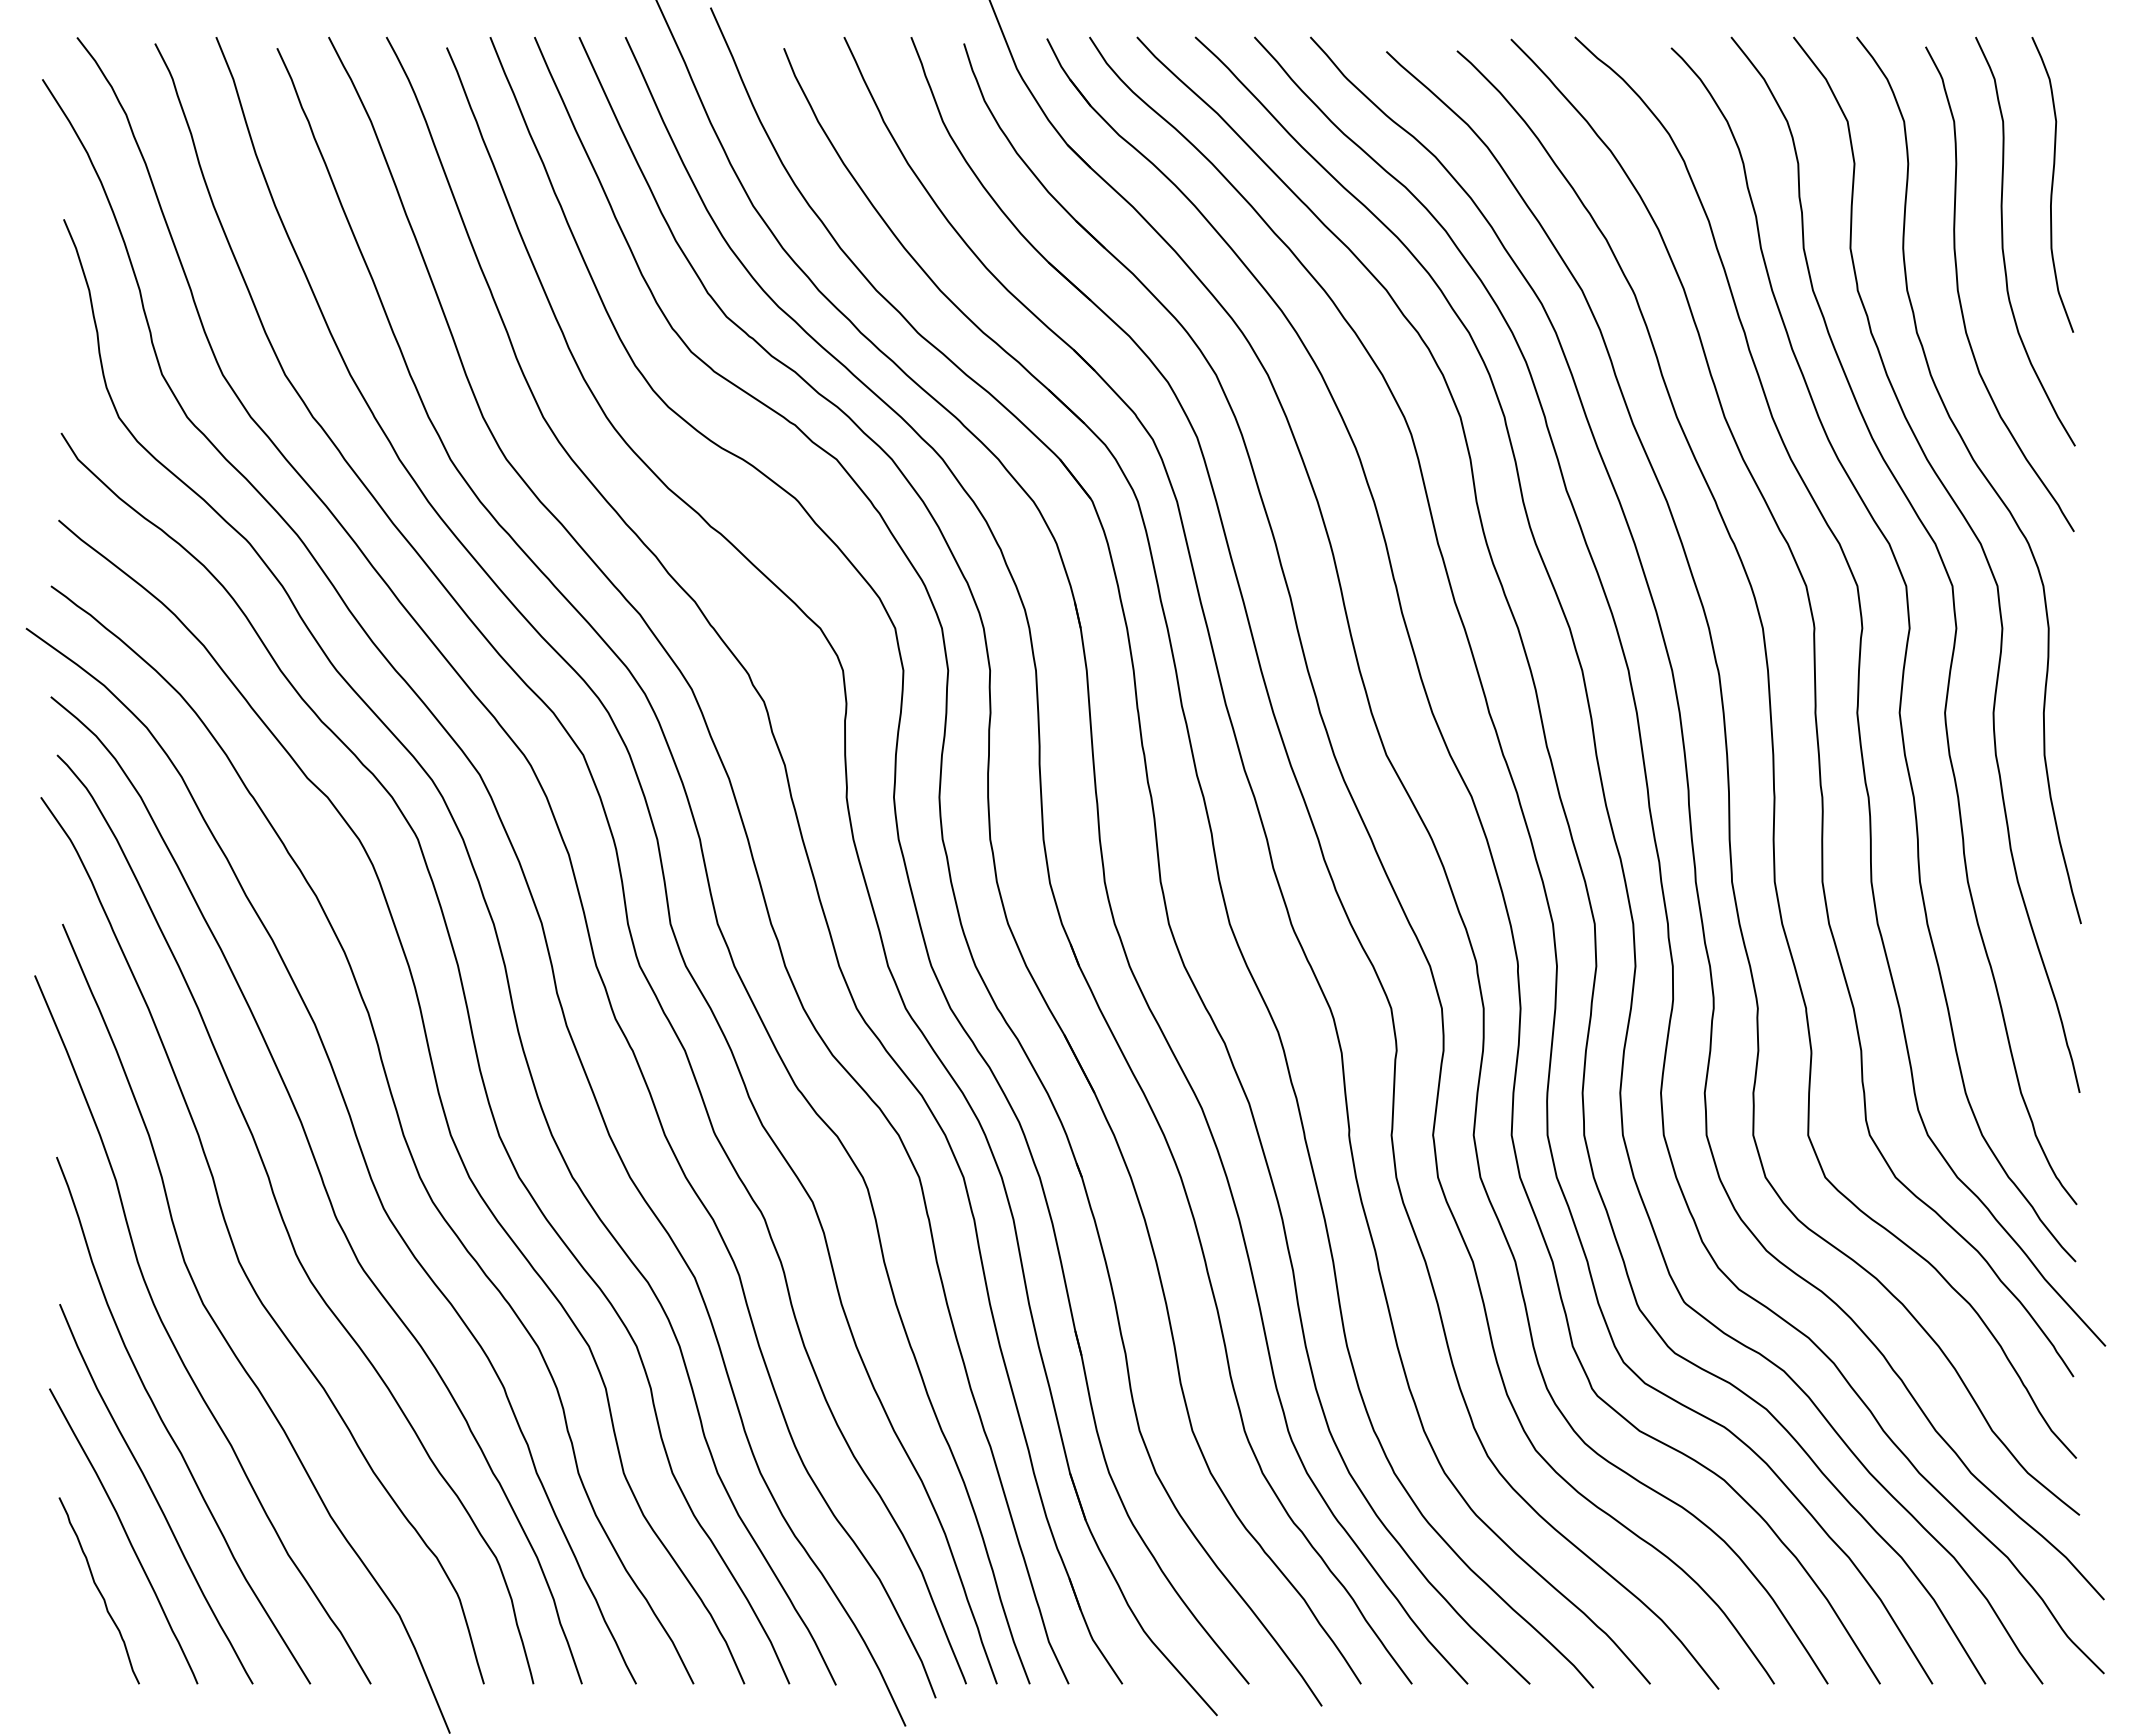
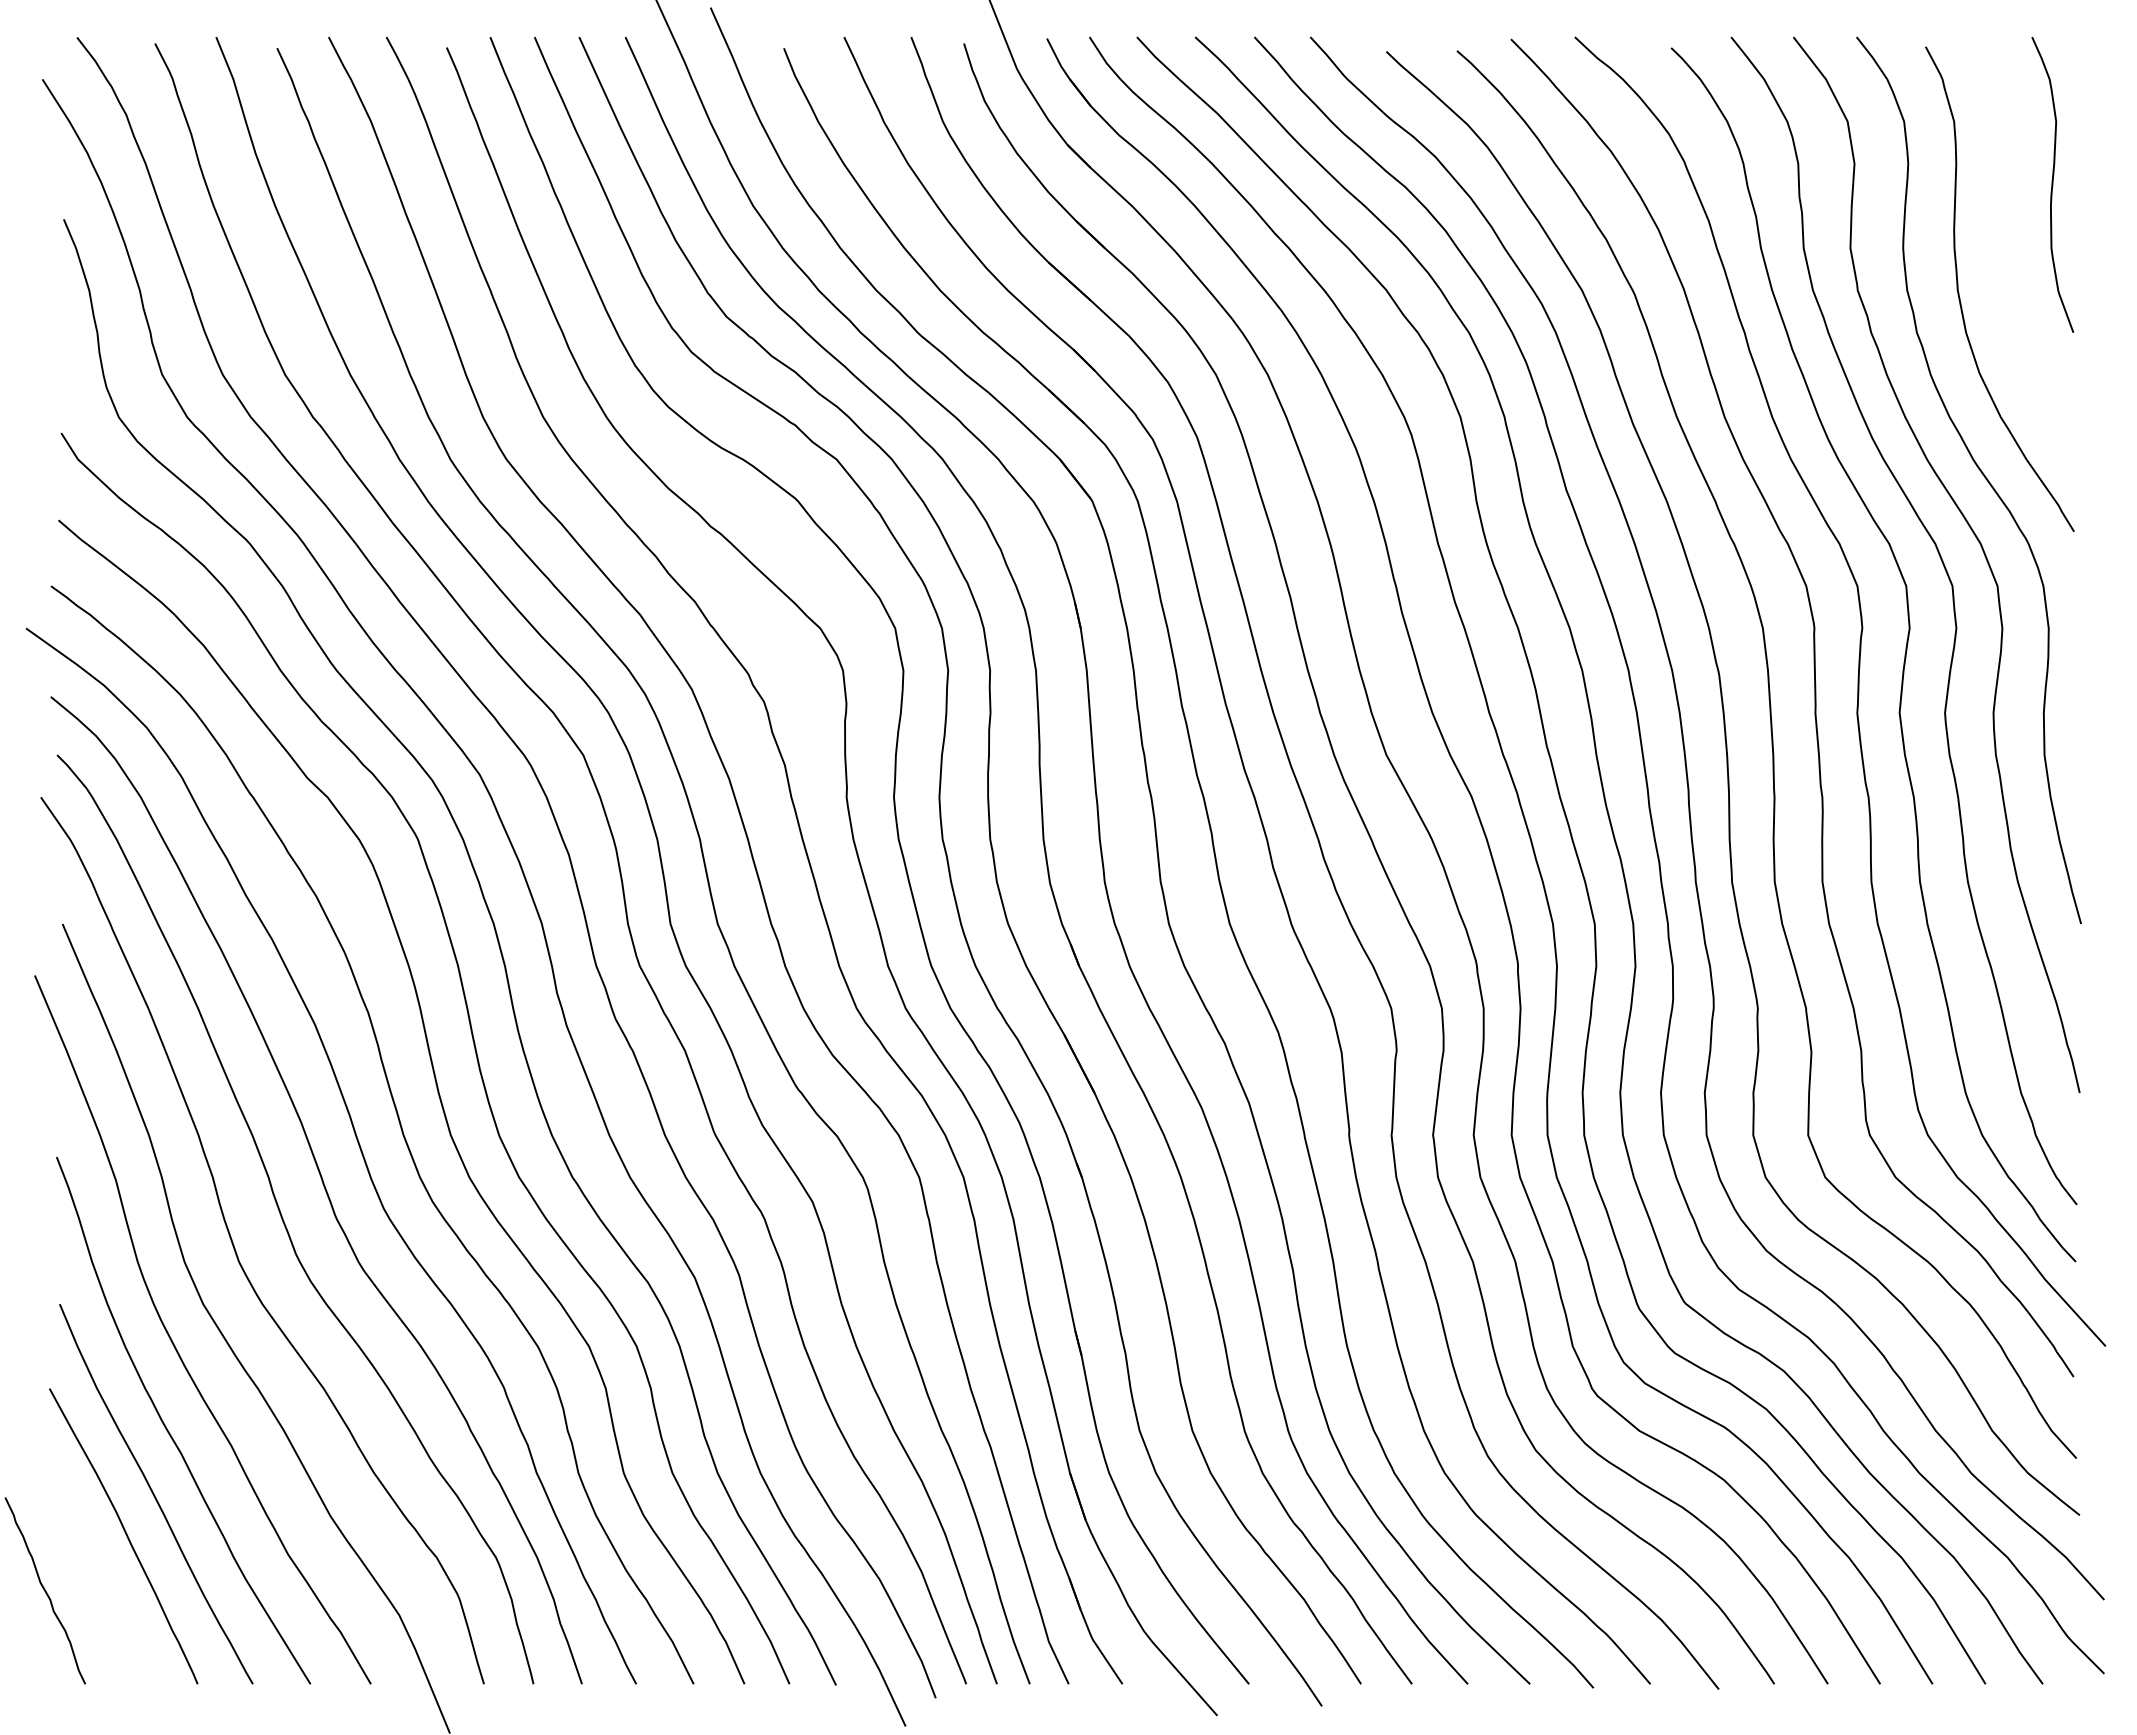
curve at (2003, 241): present -> none
curve at (98, 1590) position: (98, 1590) -> (44, 1590)
